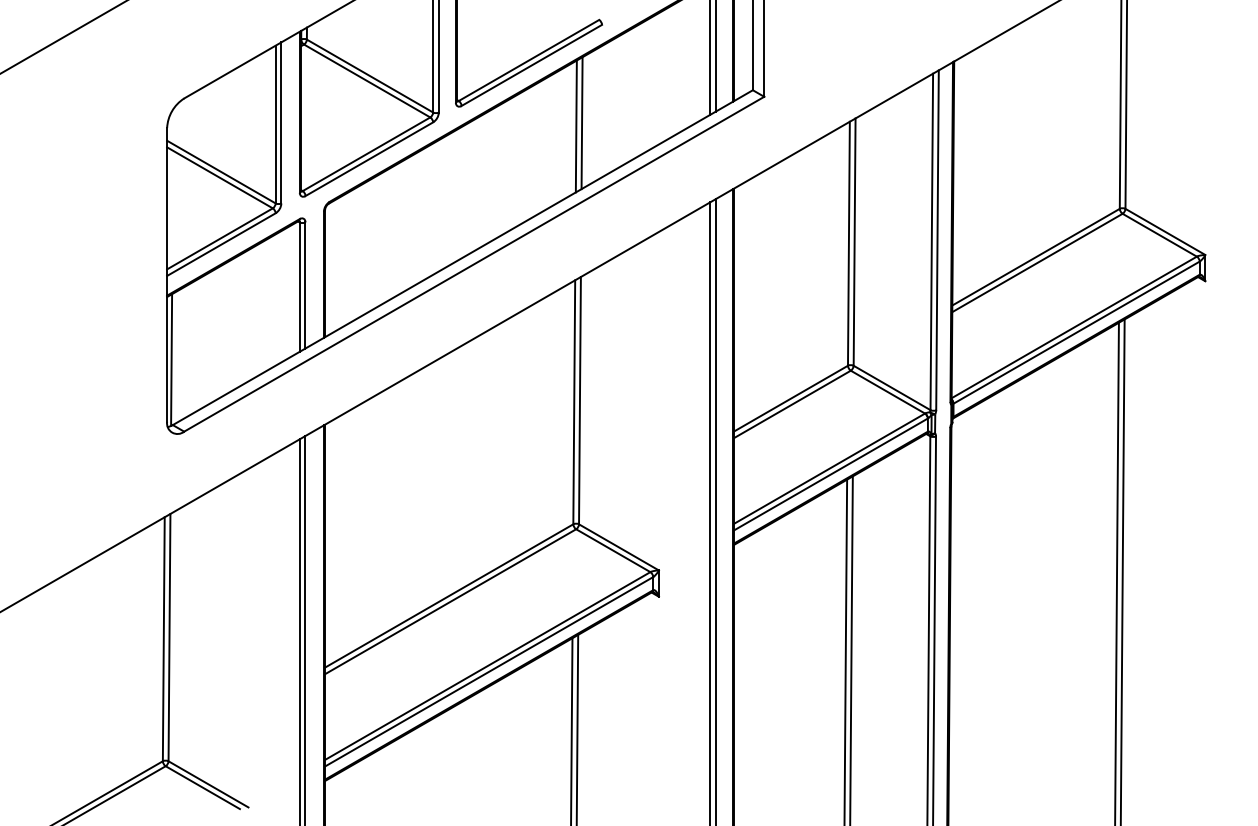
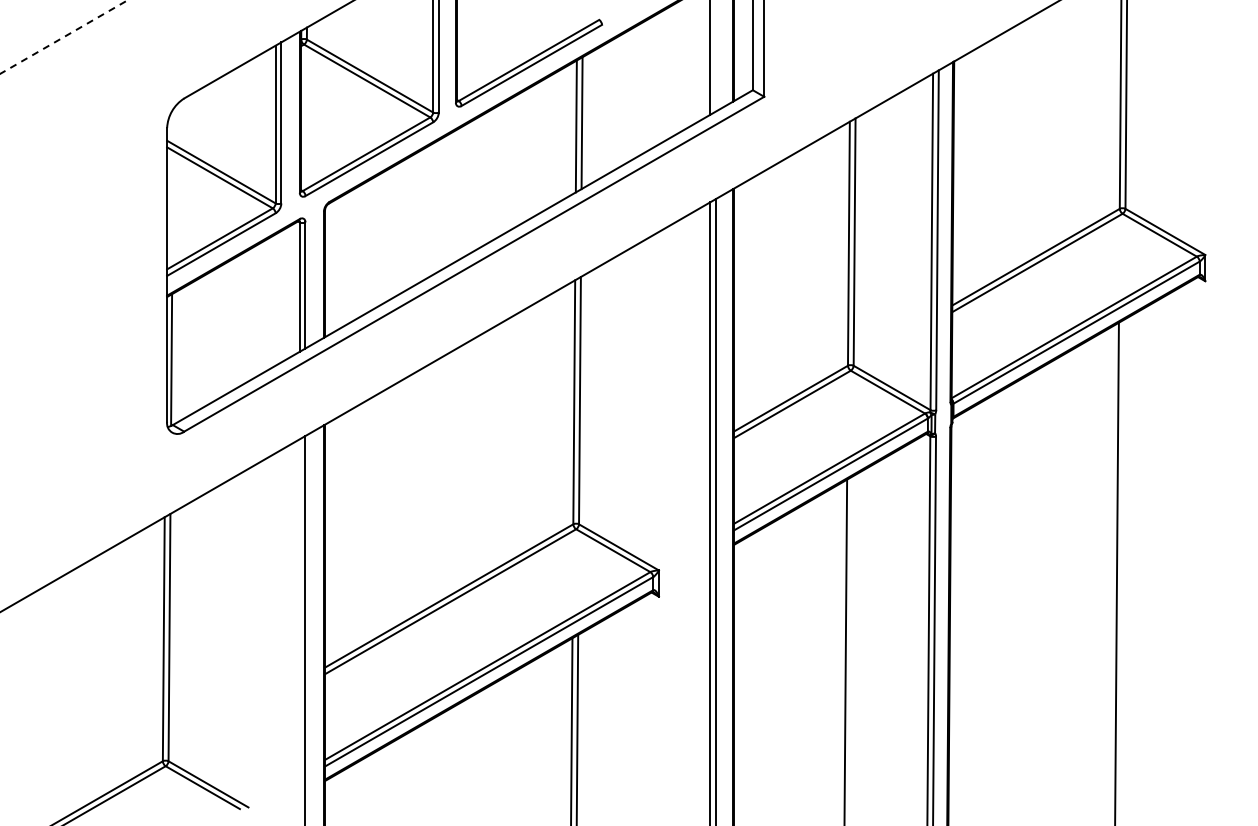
line at (64, 36): solid -> dashed
line at (715, 56): present -> none
line at (1122, 570): present -> none
line at (299, 630): present -> none
line at (851, 649): present -> none
